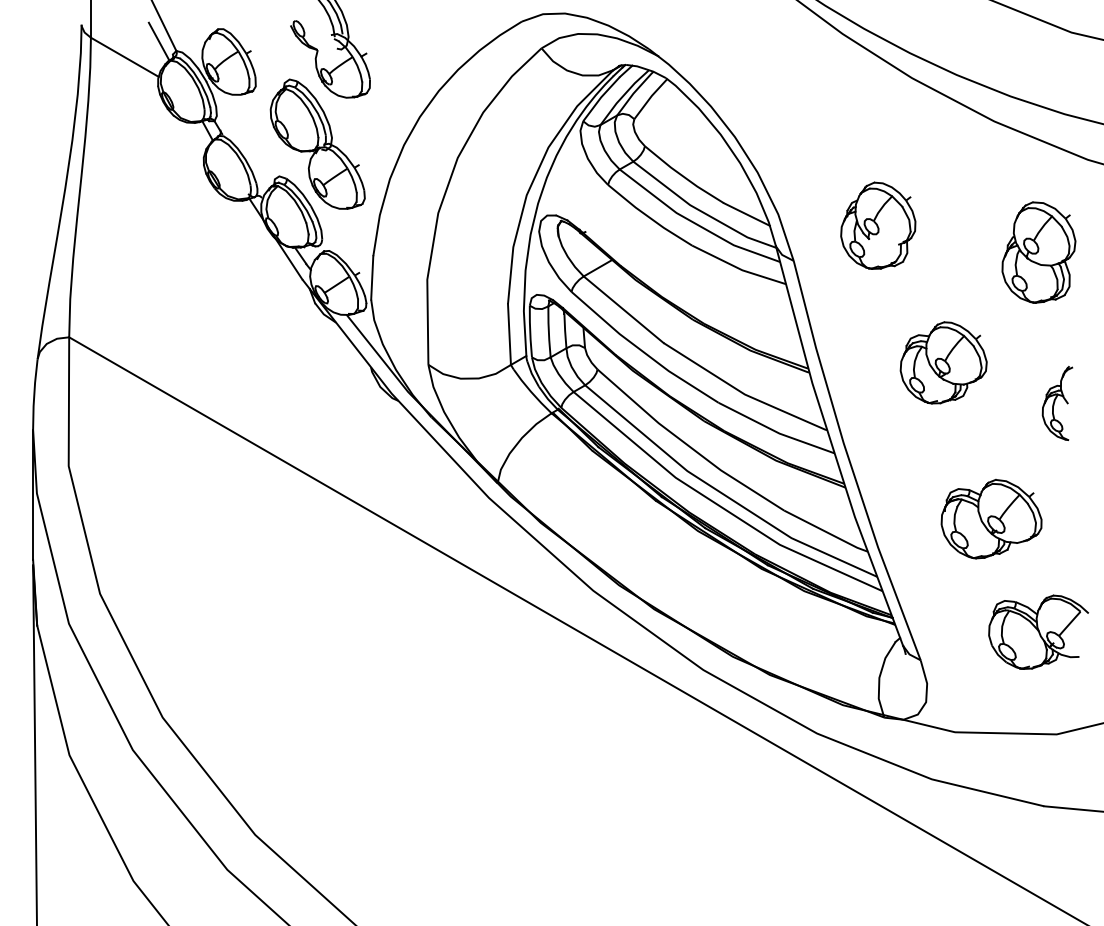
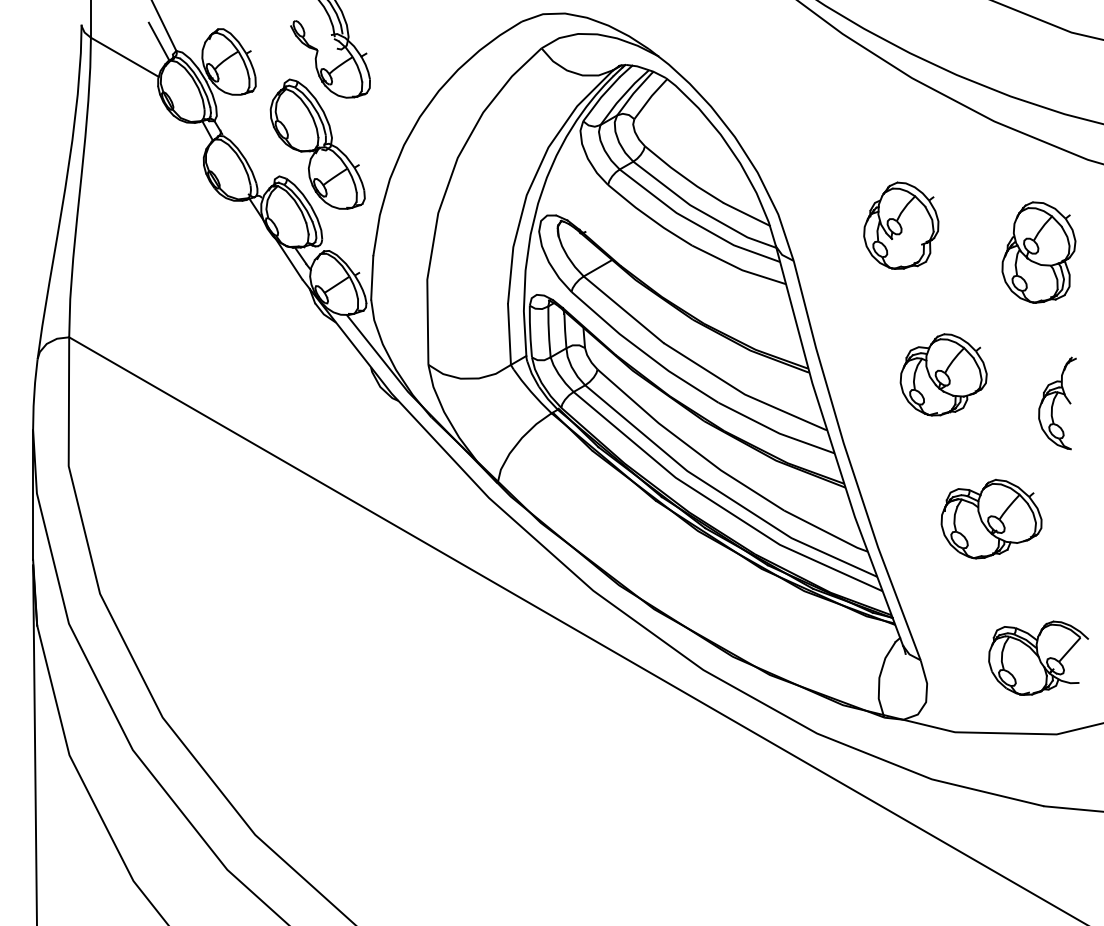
part at (878, 225) position: (878, 225) -> (901, 225)
part at (943, 362) position: (943, 362) -> (943, 374)
part at (1057, 402) size: 33x76 px -> 39x95 px
part at (1038, 631) position: (1038, 631) -> (1038, 657)
